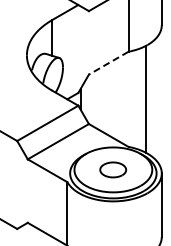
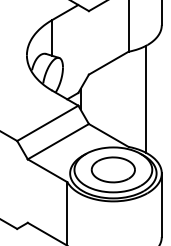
line at (108, 63): dashed -> solid
part at (113, 169) size: 29x18 px -> 46x28 px
